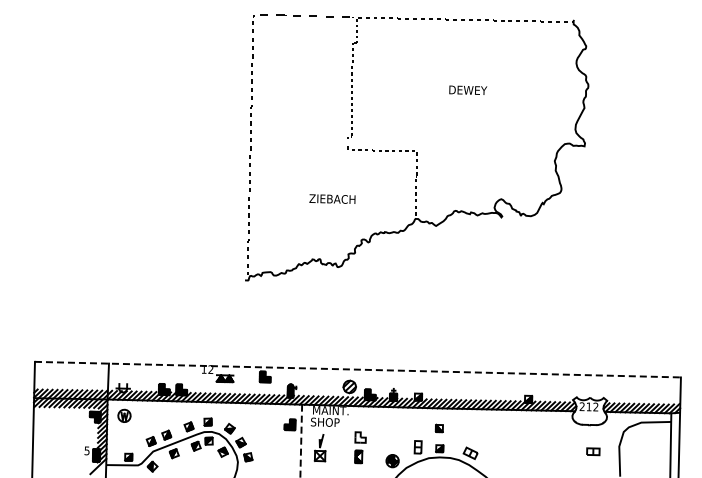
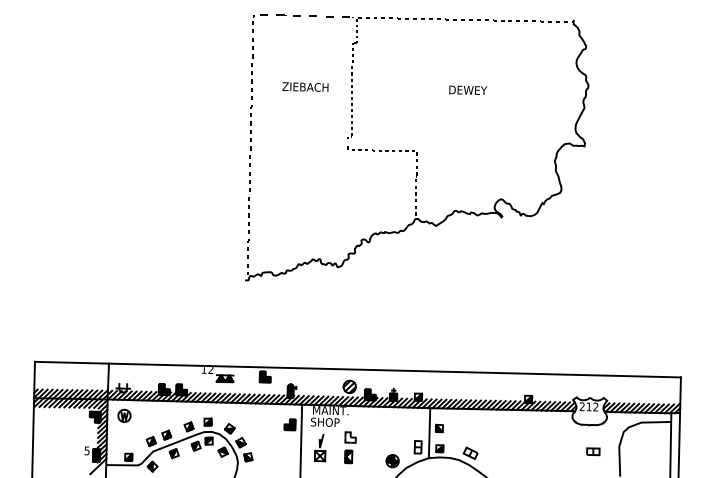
text at (332, 198) position: (332, 198) -> (305, 86)
line at (358, 369): dashed -> solid
line at (429, 433): none -> present
line at (301, 441): dashed -> solid
part at (360, 447) position: (360, 447) -> (350, 447)
